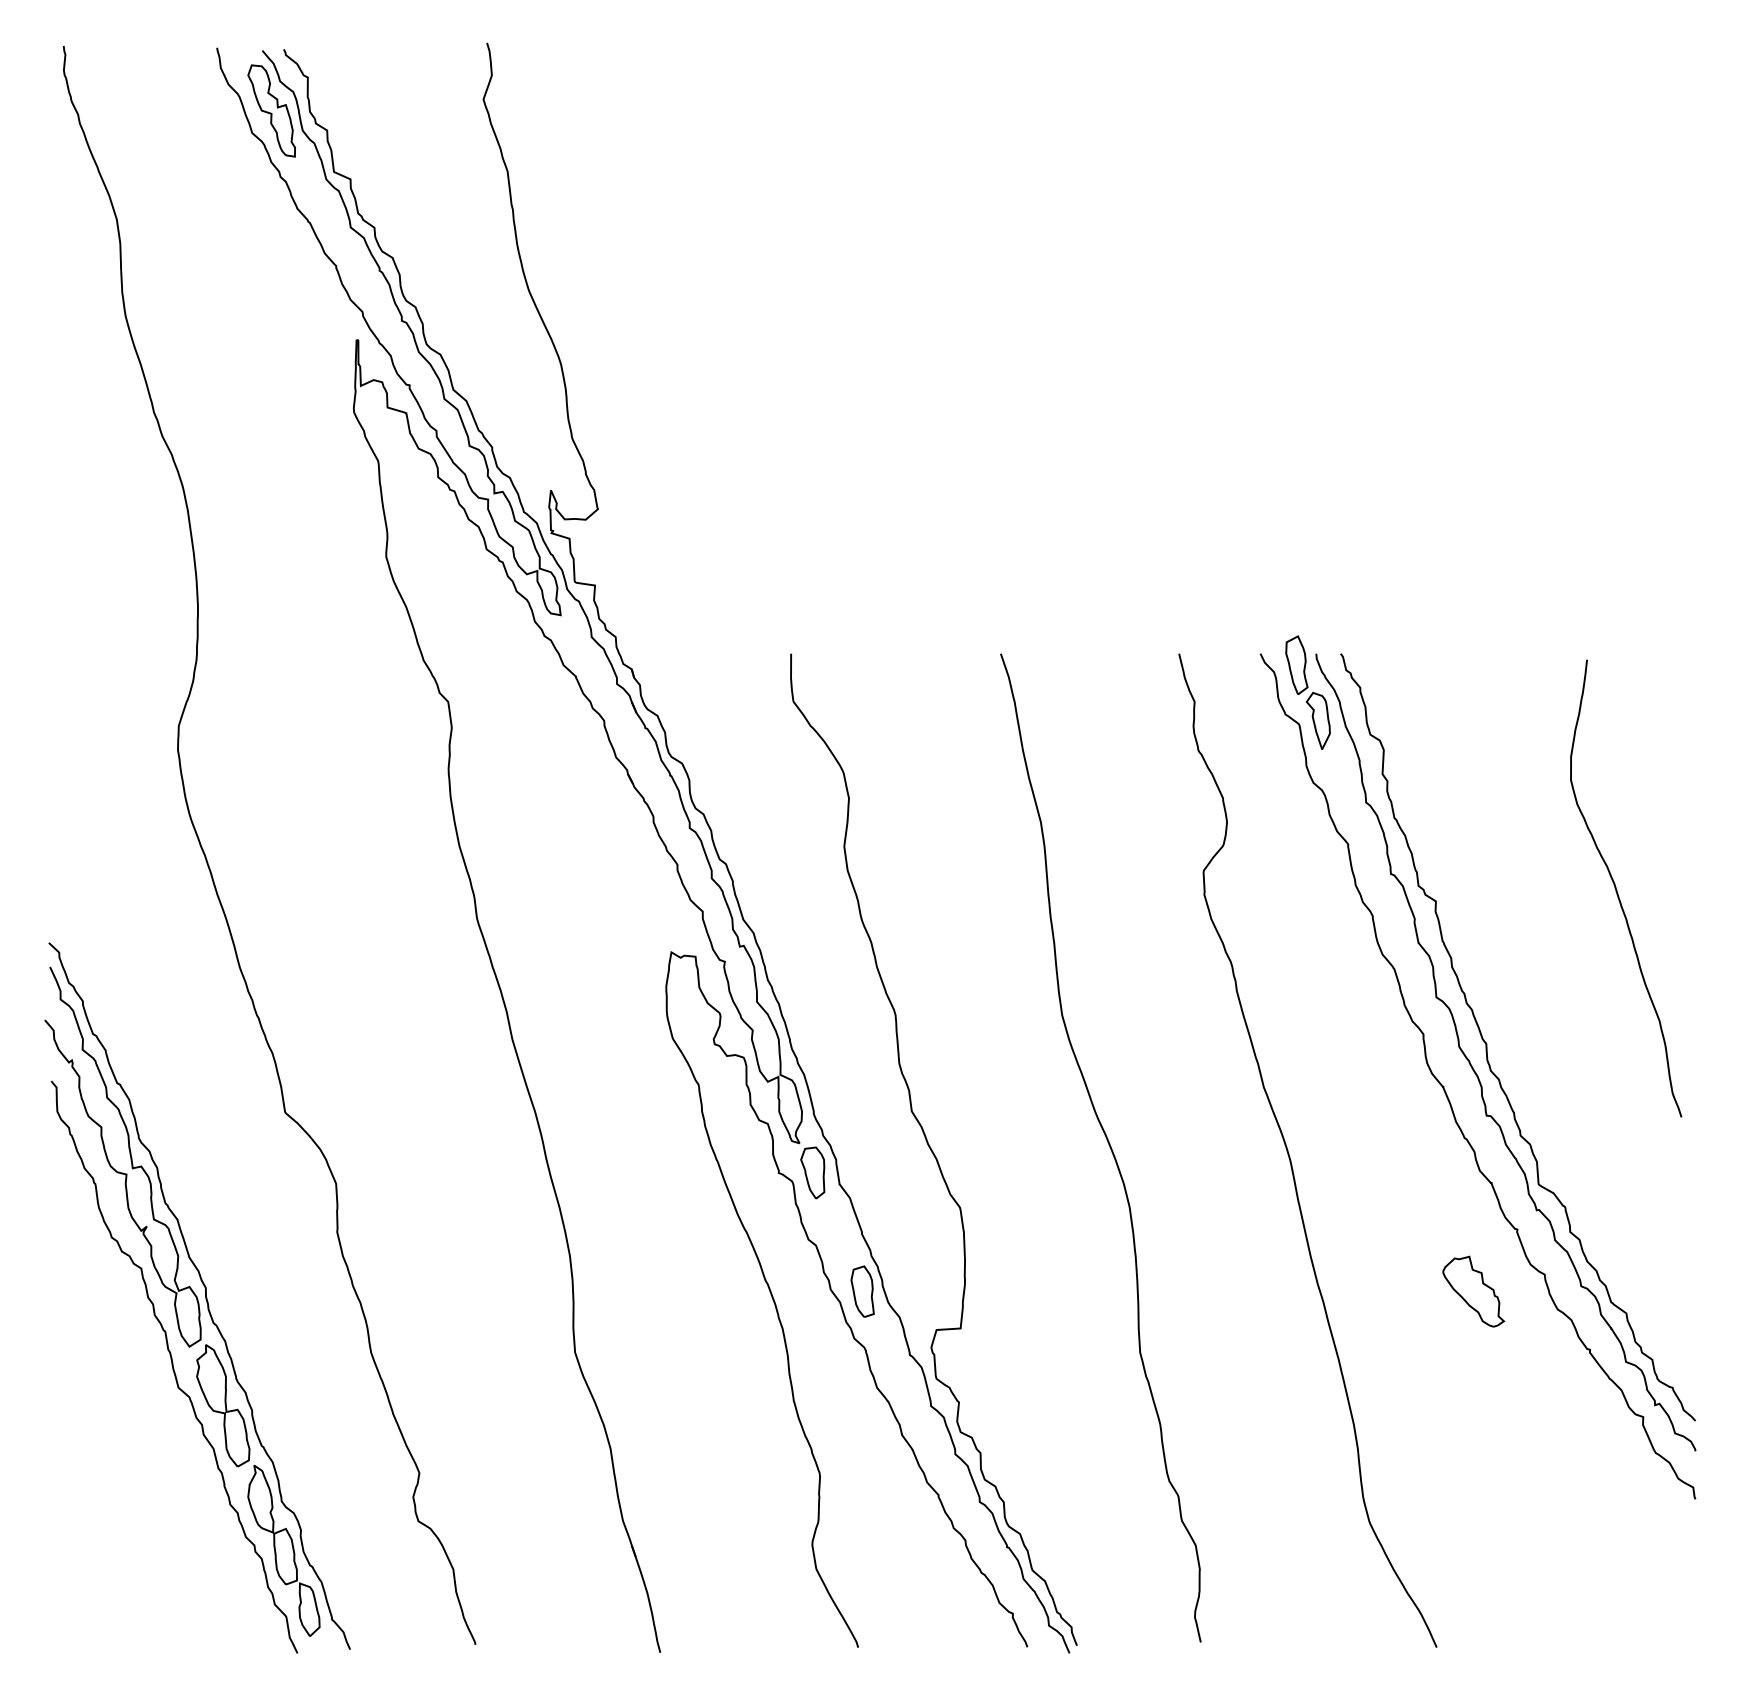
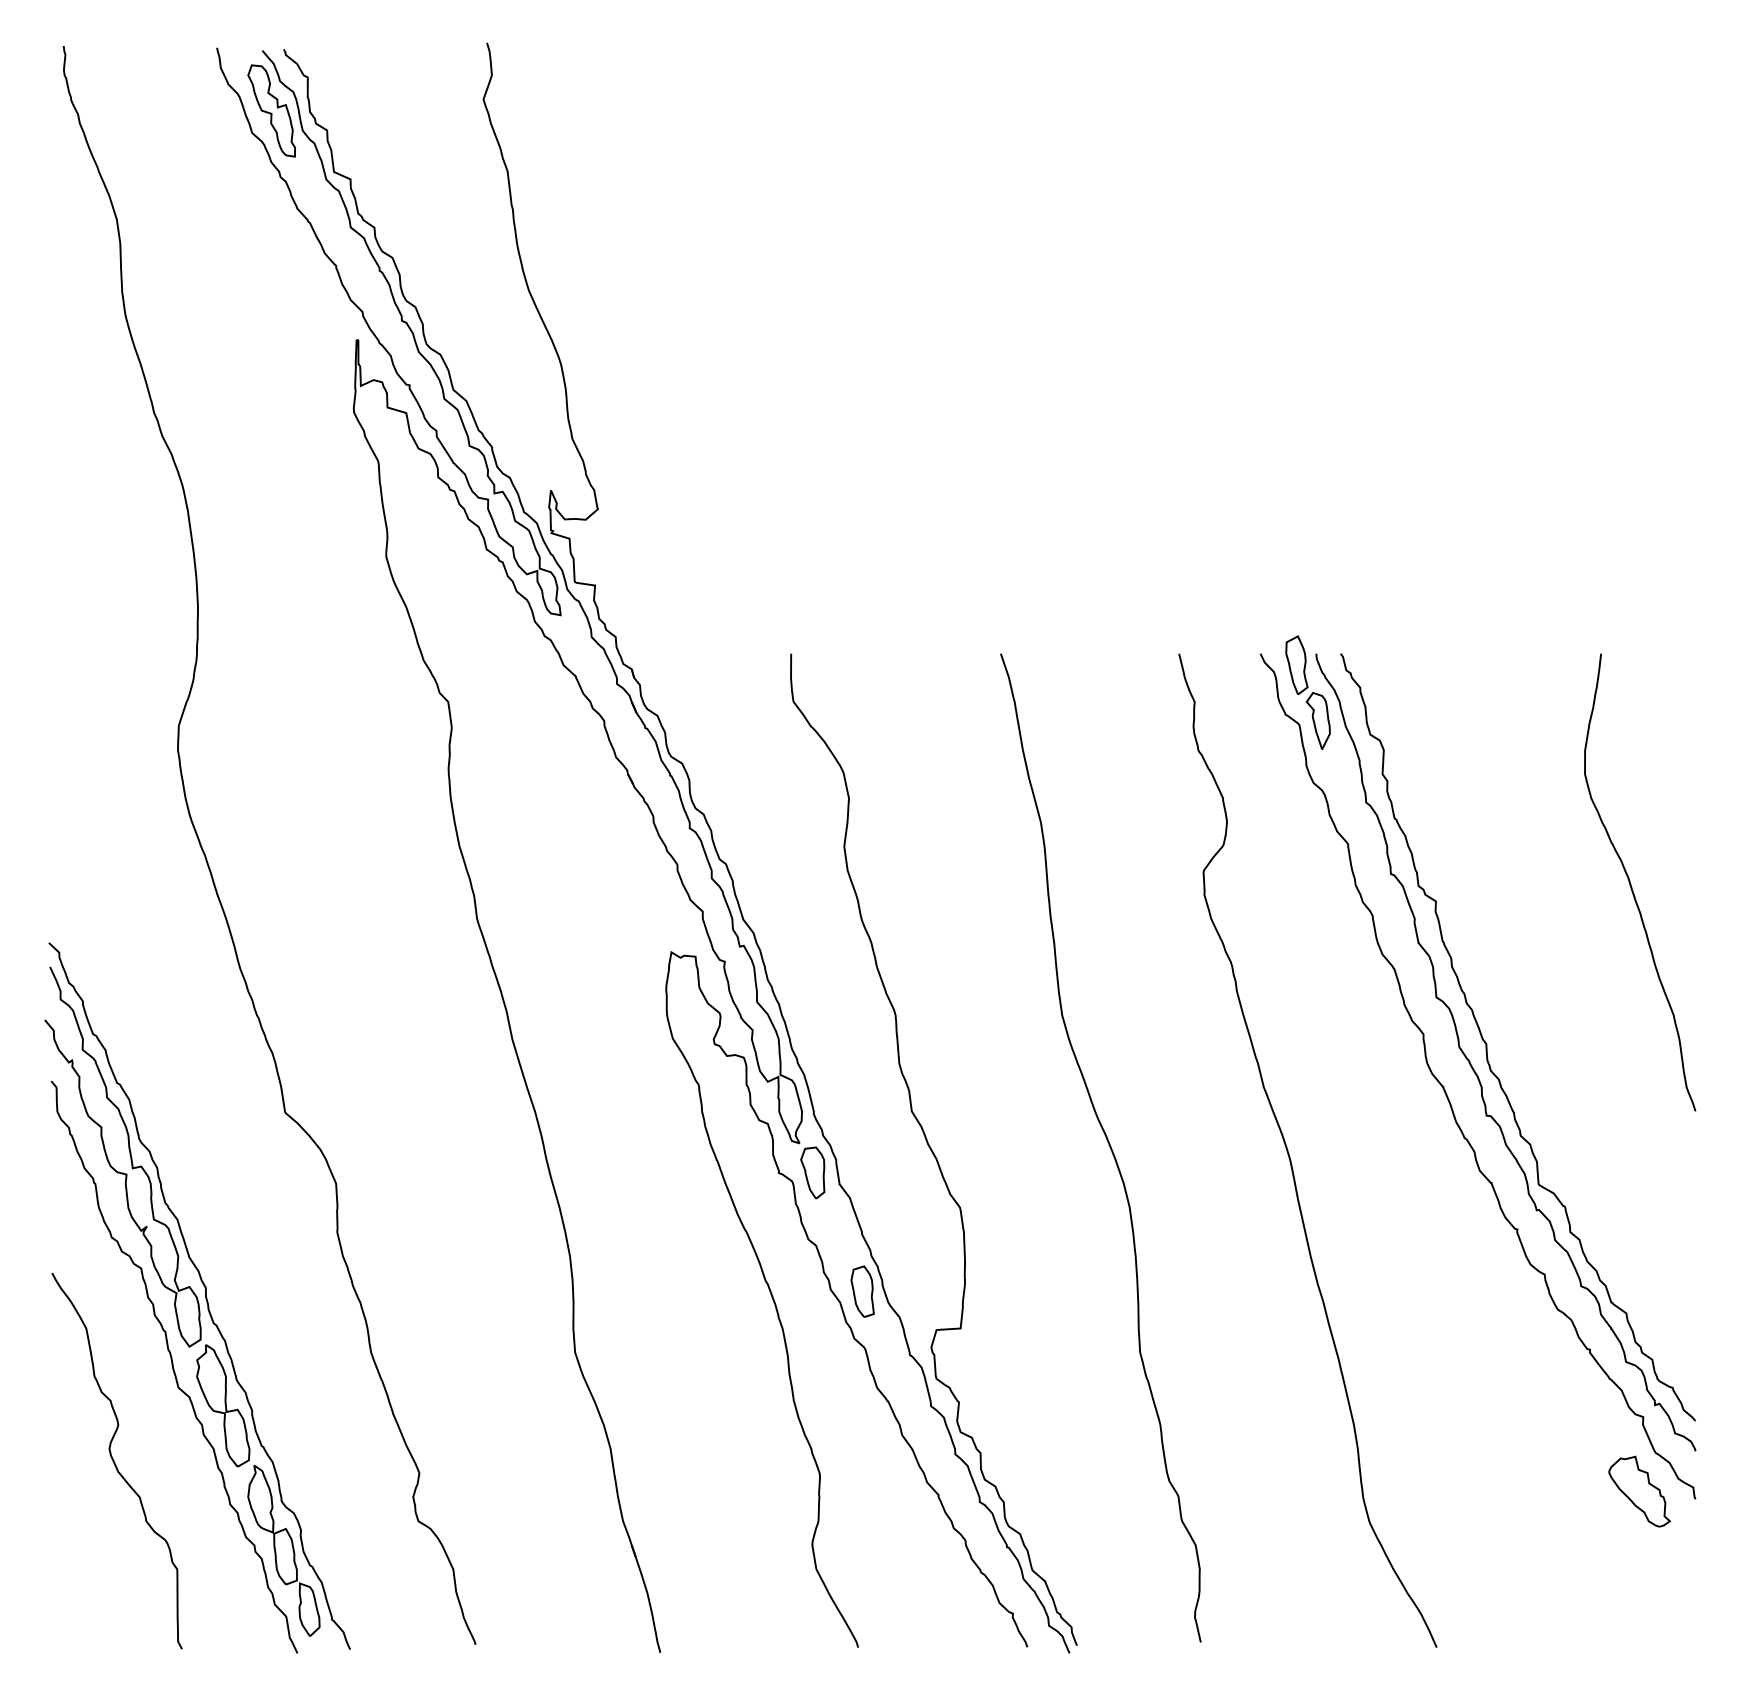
curve at (1617, 890) position: (1617, 890) -> (1631, 884)
part at (1473, 1291) position: (1473, 1291) -> (1639, 1491)
curve at (114, 1460): none -> present
